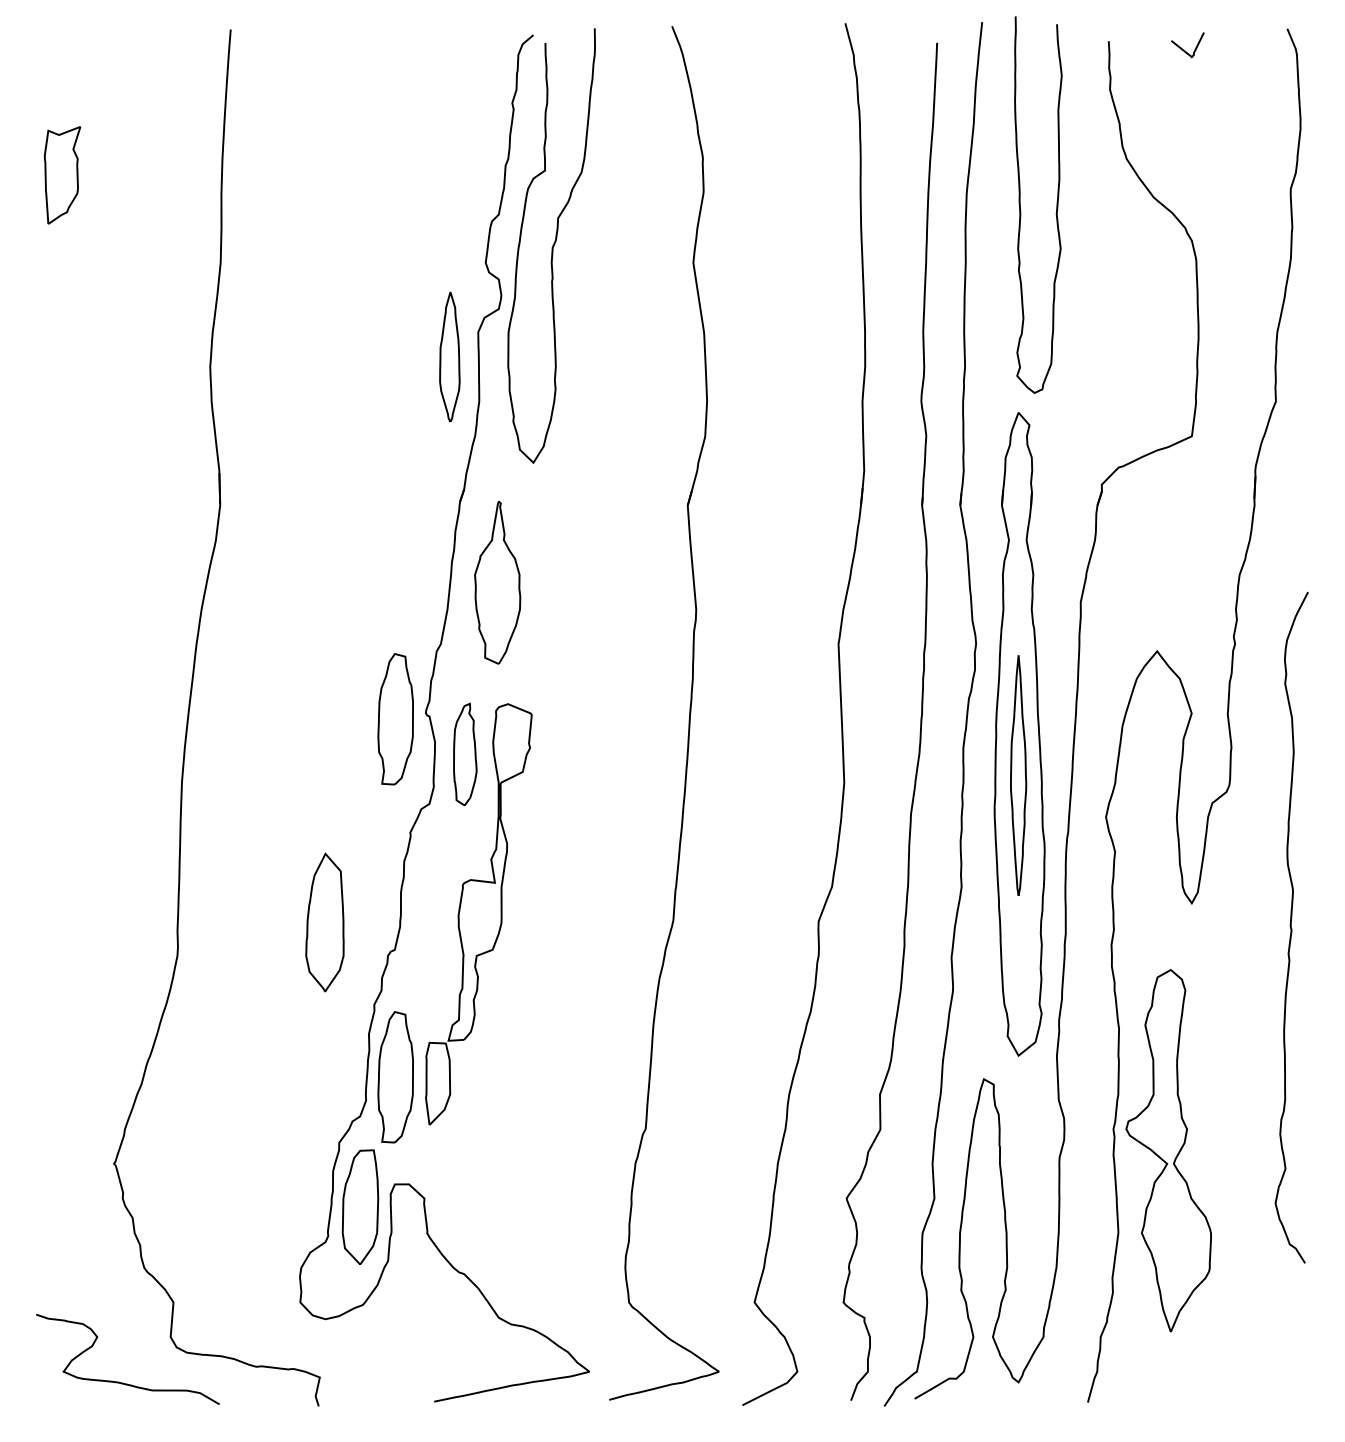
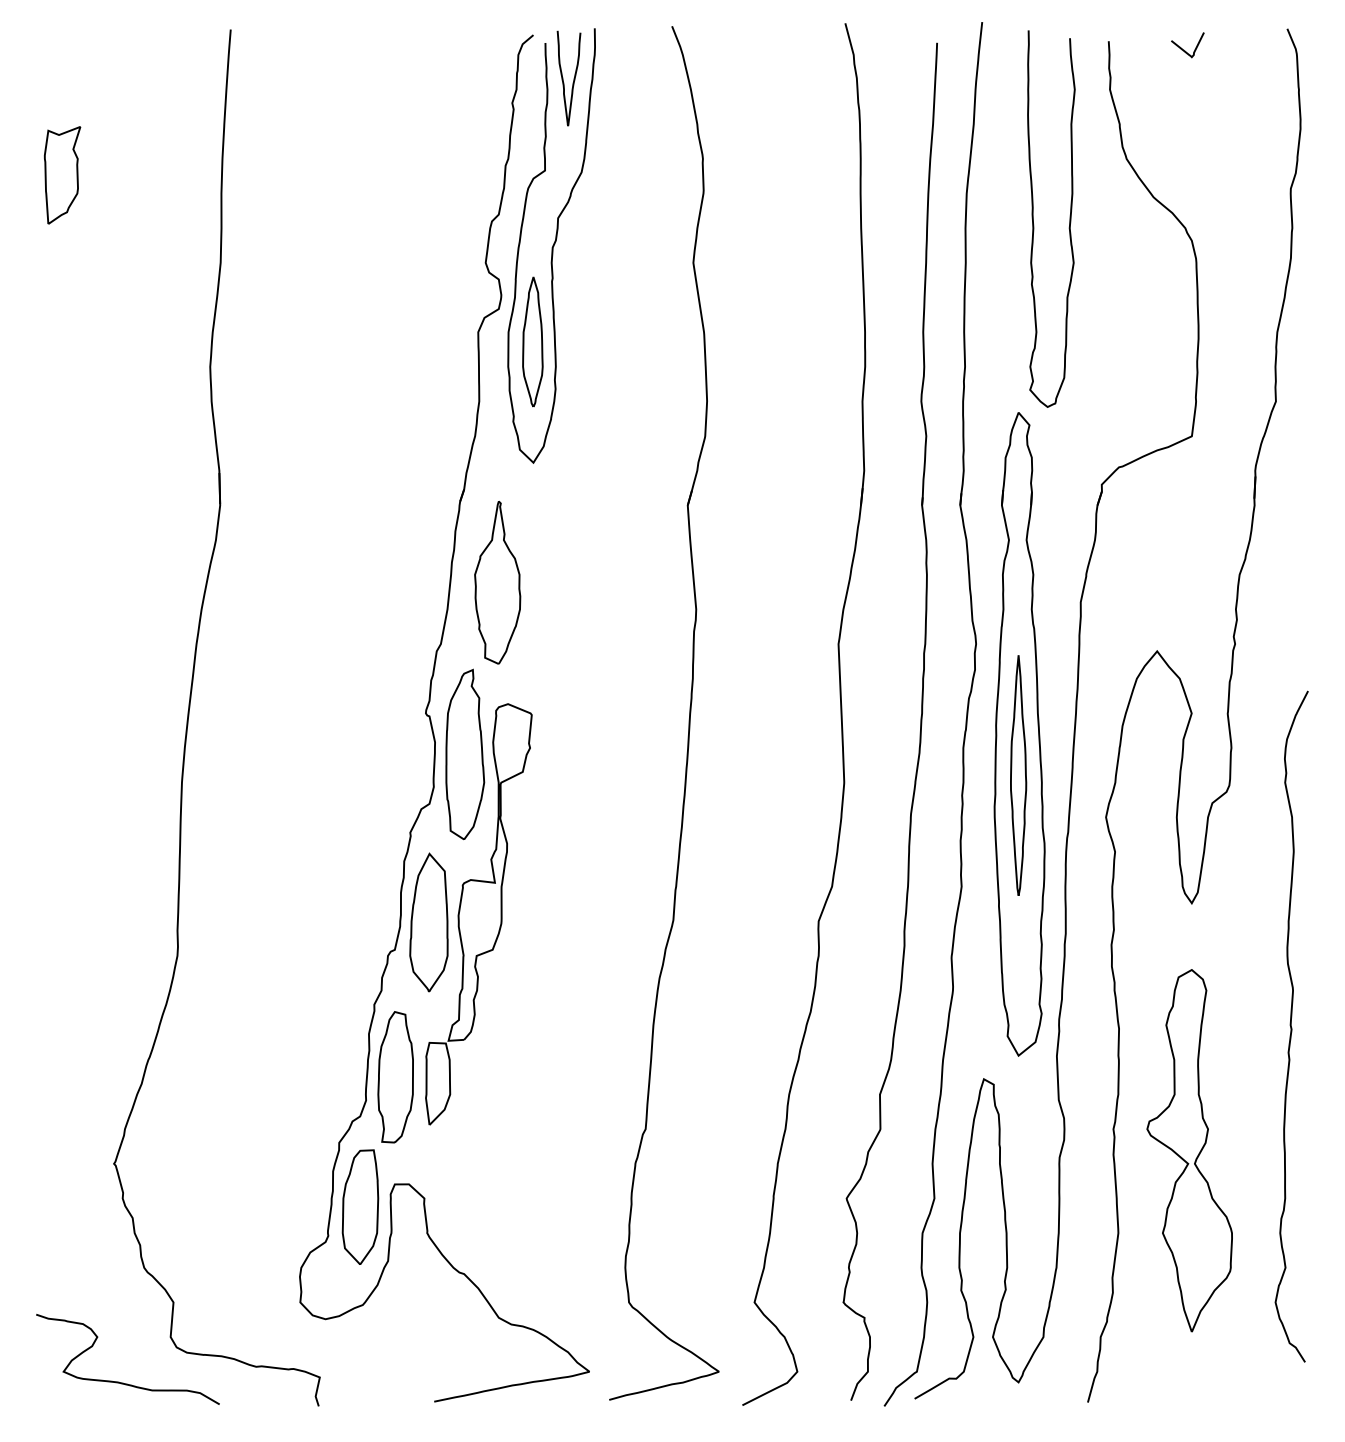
curve at (563, 78): none -> present
curve at (1020, 204) position: (1020, 204) -> (1033, 218)
part at (449, 356) position: (449, 356) -> (532, 341)
part at (395, 719): present -> none
part at (465, 753) size: 25x104 px -> 41x173 px
part at (324, 922) position: (324, 922) -> (428, 922)
curve at (1291, 927) position: (1291, 927) -> (1291, 1026)
part at (1168, 1150) position: (1168, 1150) -> (1189, 1150)
